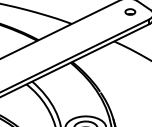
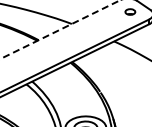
line at (60, 29): solid -> dashed
